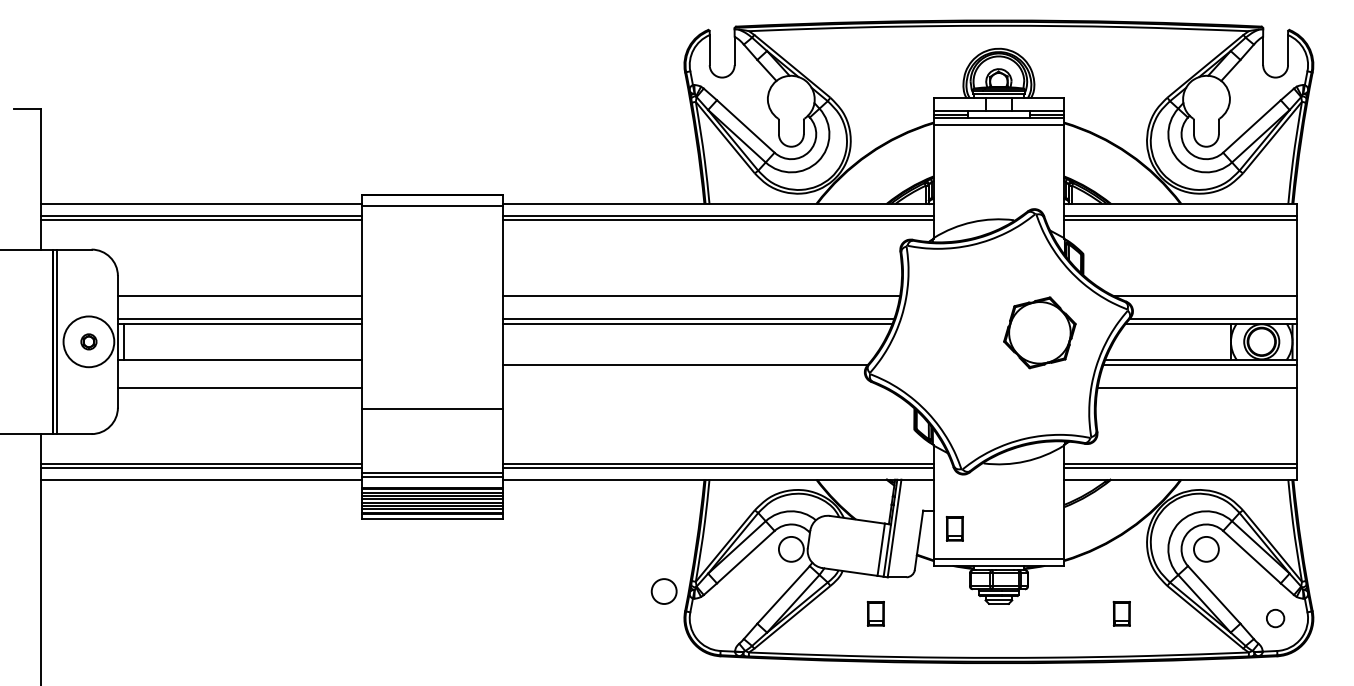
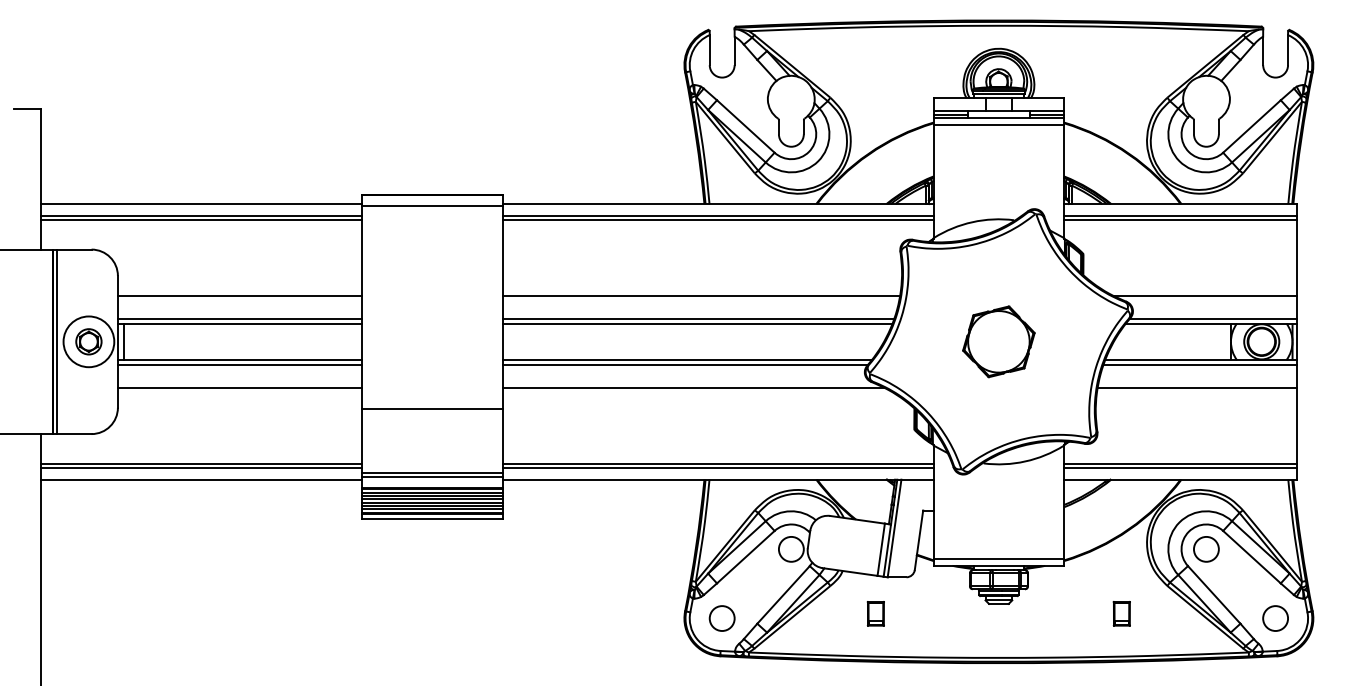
part at (1039, 332) position: (1039, 332) -> (998, 341)
part at (88, 341) size: 18x18 px -> 28x28 px
line at (686, 360): none -> present
line at (239, 364): none -> present
line at (693, 387): none -> present
part at (954, 528): present -> none
circle at (663, 591) position: (663, 591) -> (721, 618)
circle at (1275, 618) size: 20x21 px -> 27x27 px
